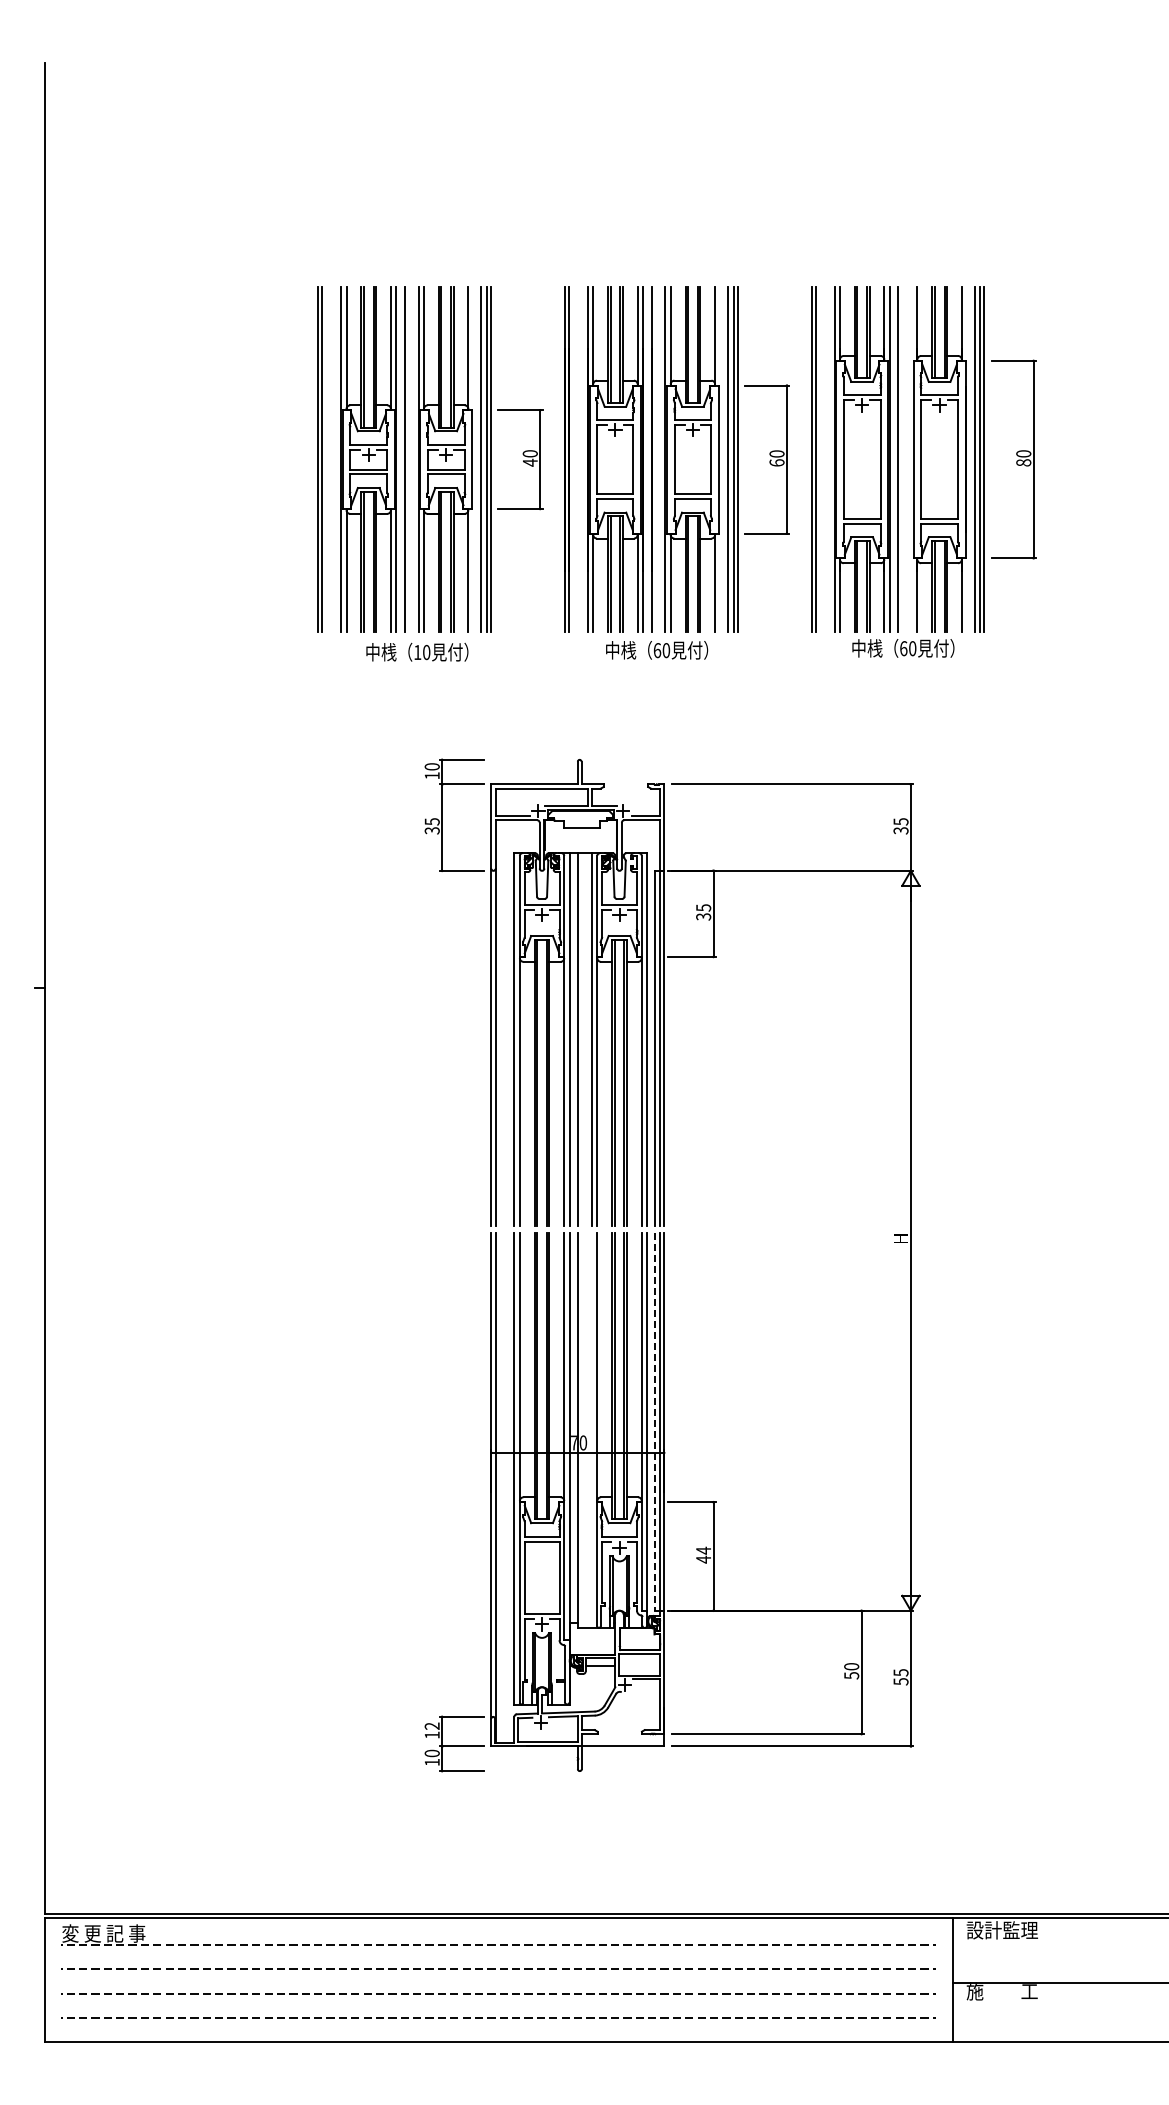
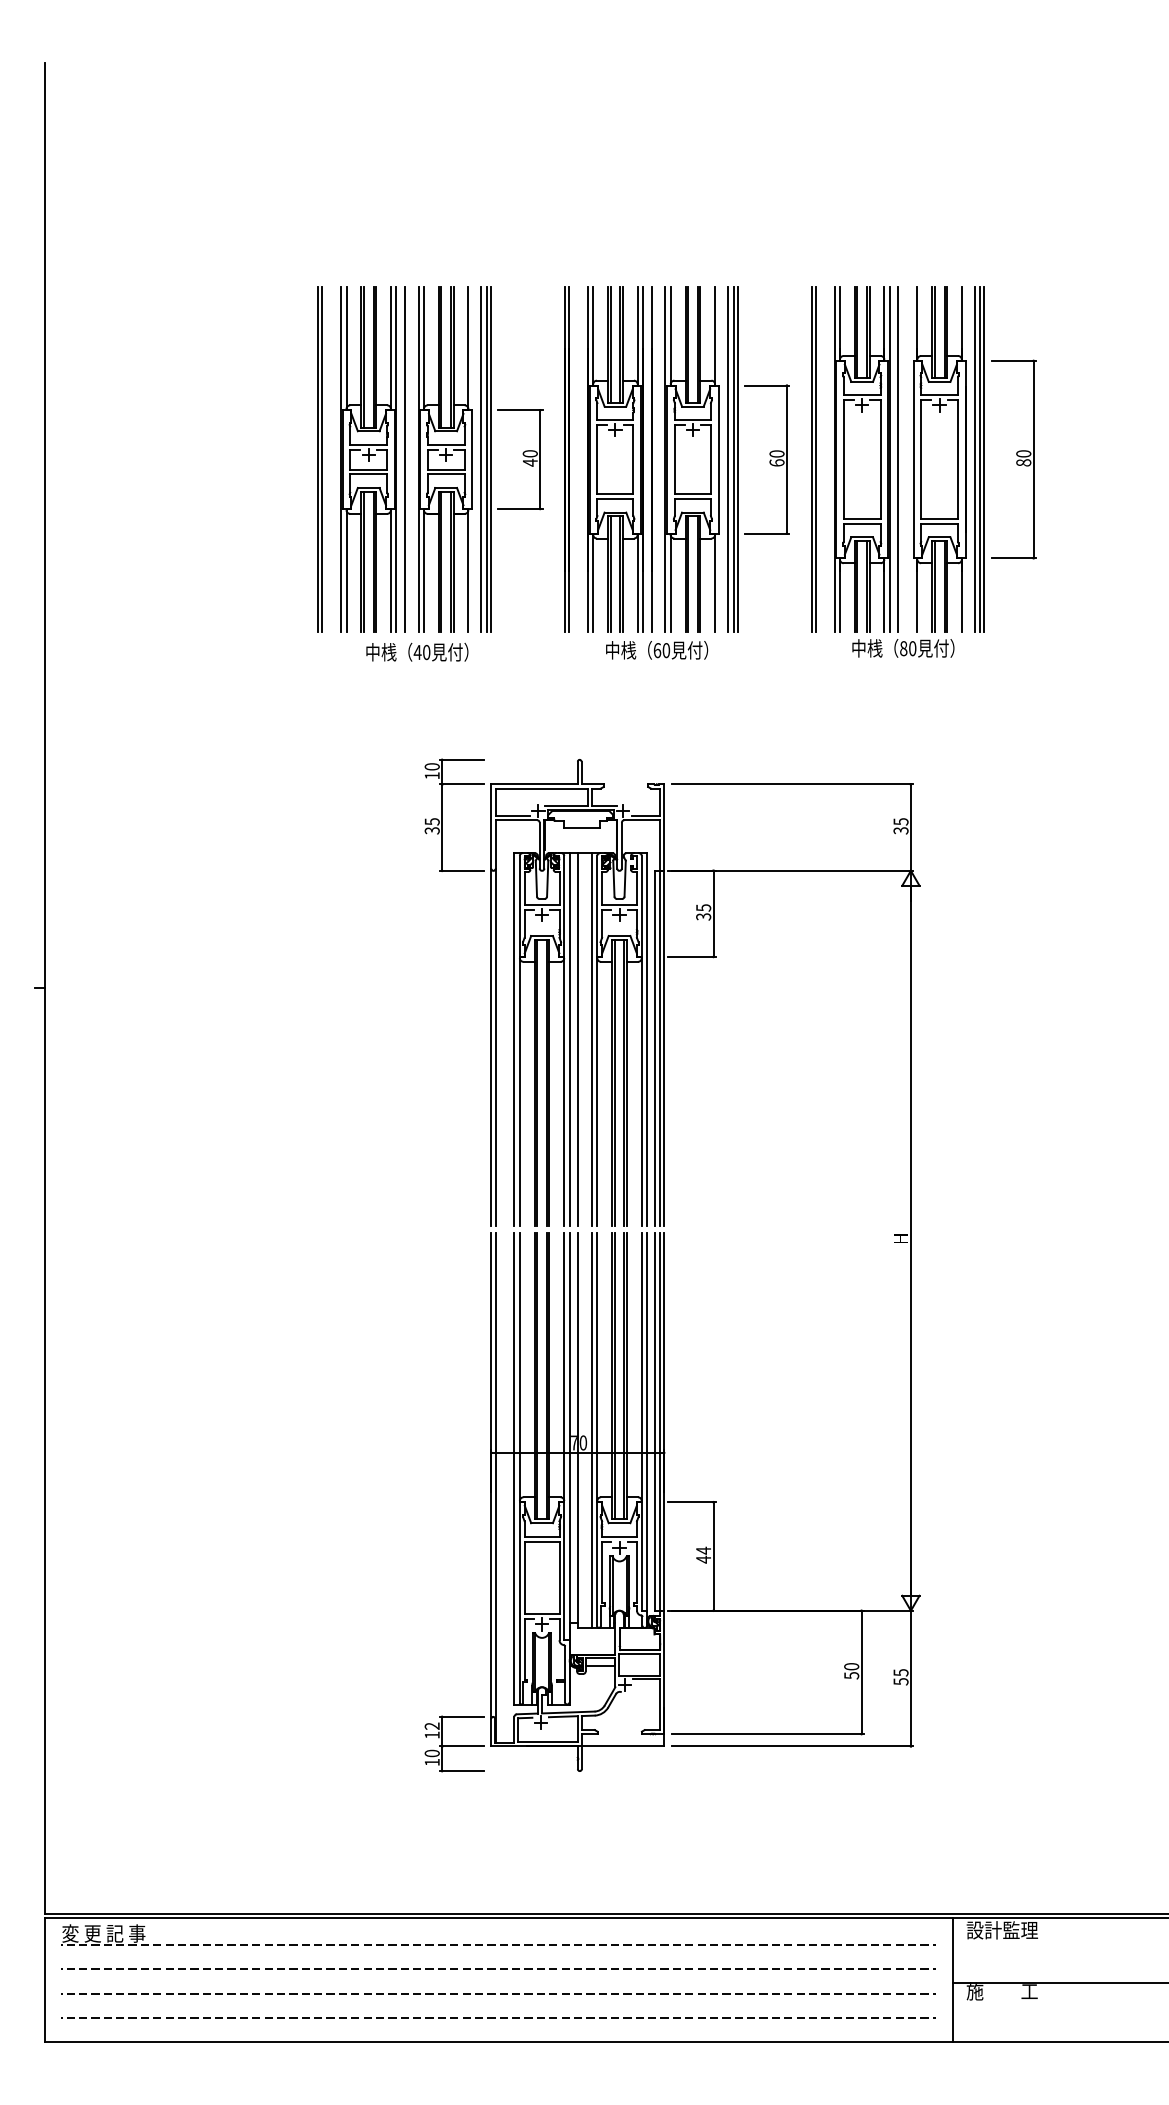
text at (903, 648): 60 -> 80
text at (417, 652): 10 -> 40
line at (654, 1422): dashed -> solid
line at (591, 1430): none -> present
